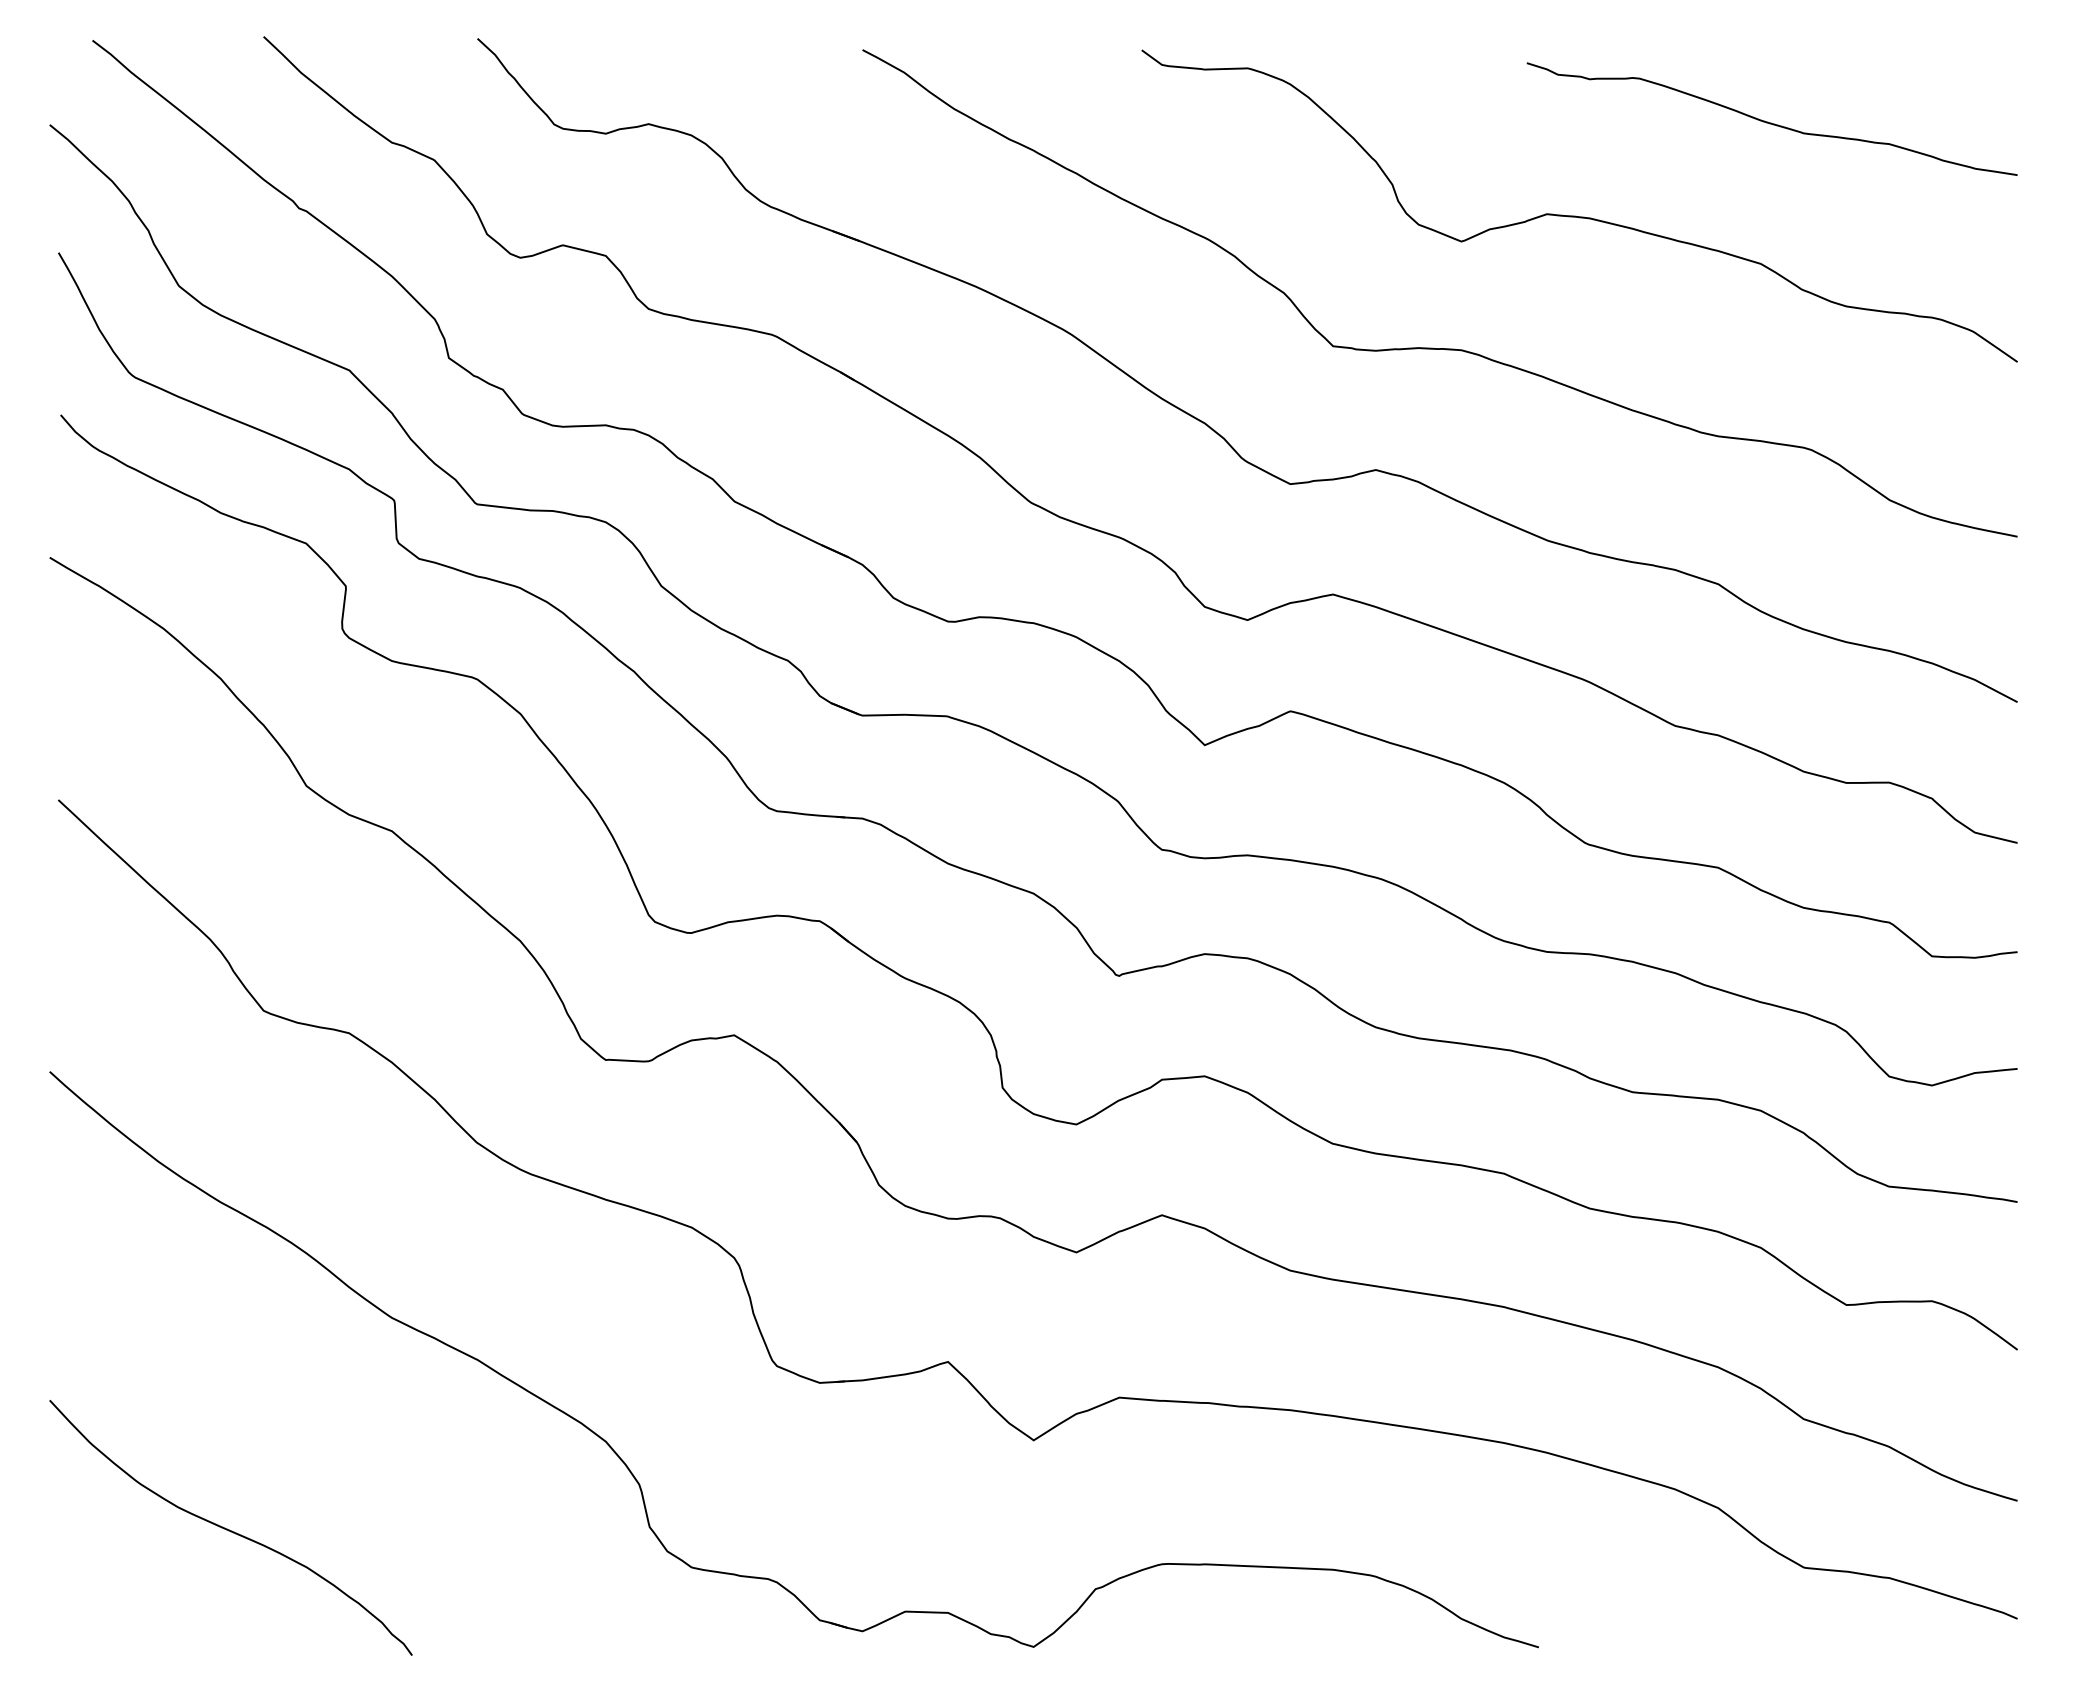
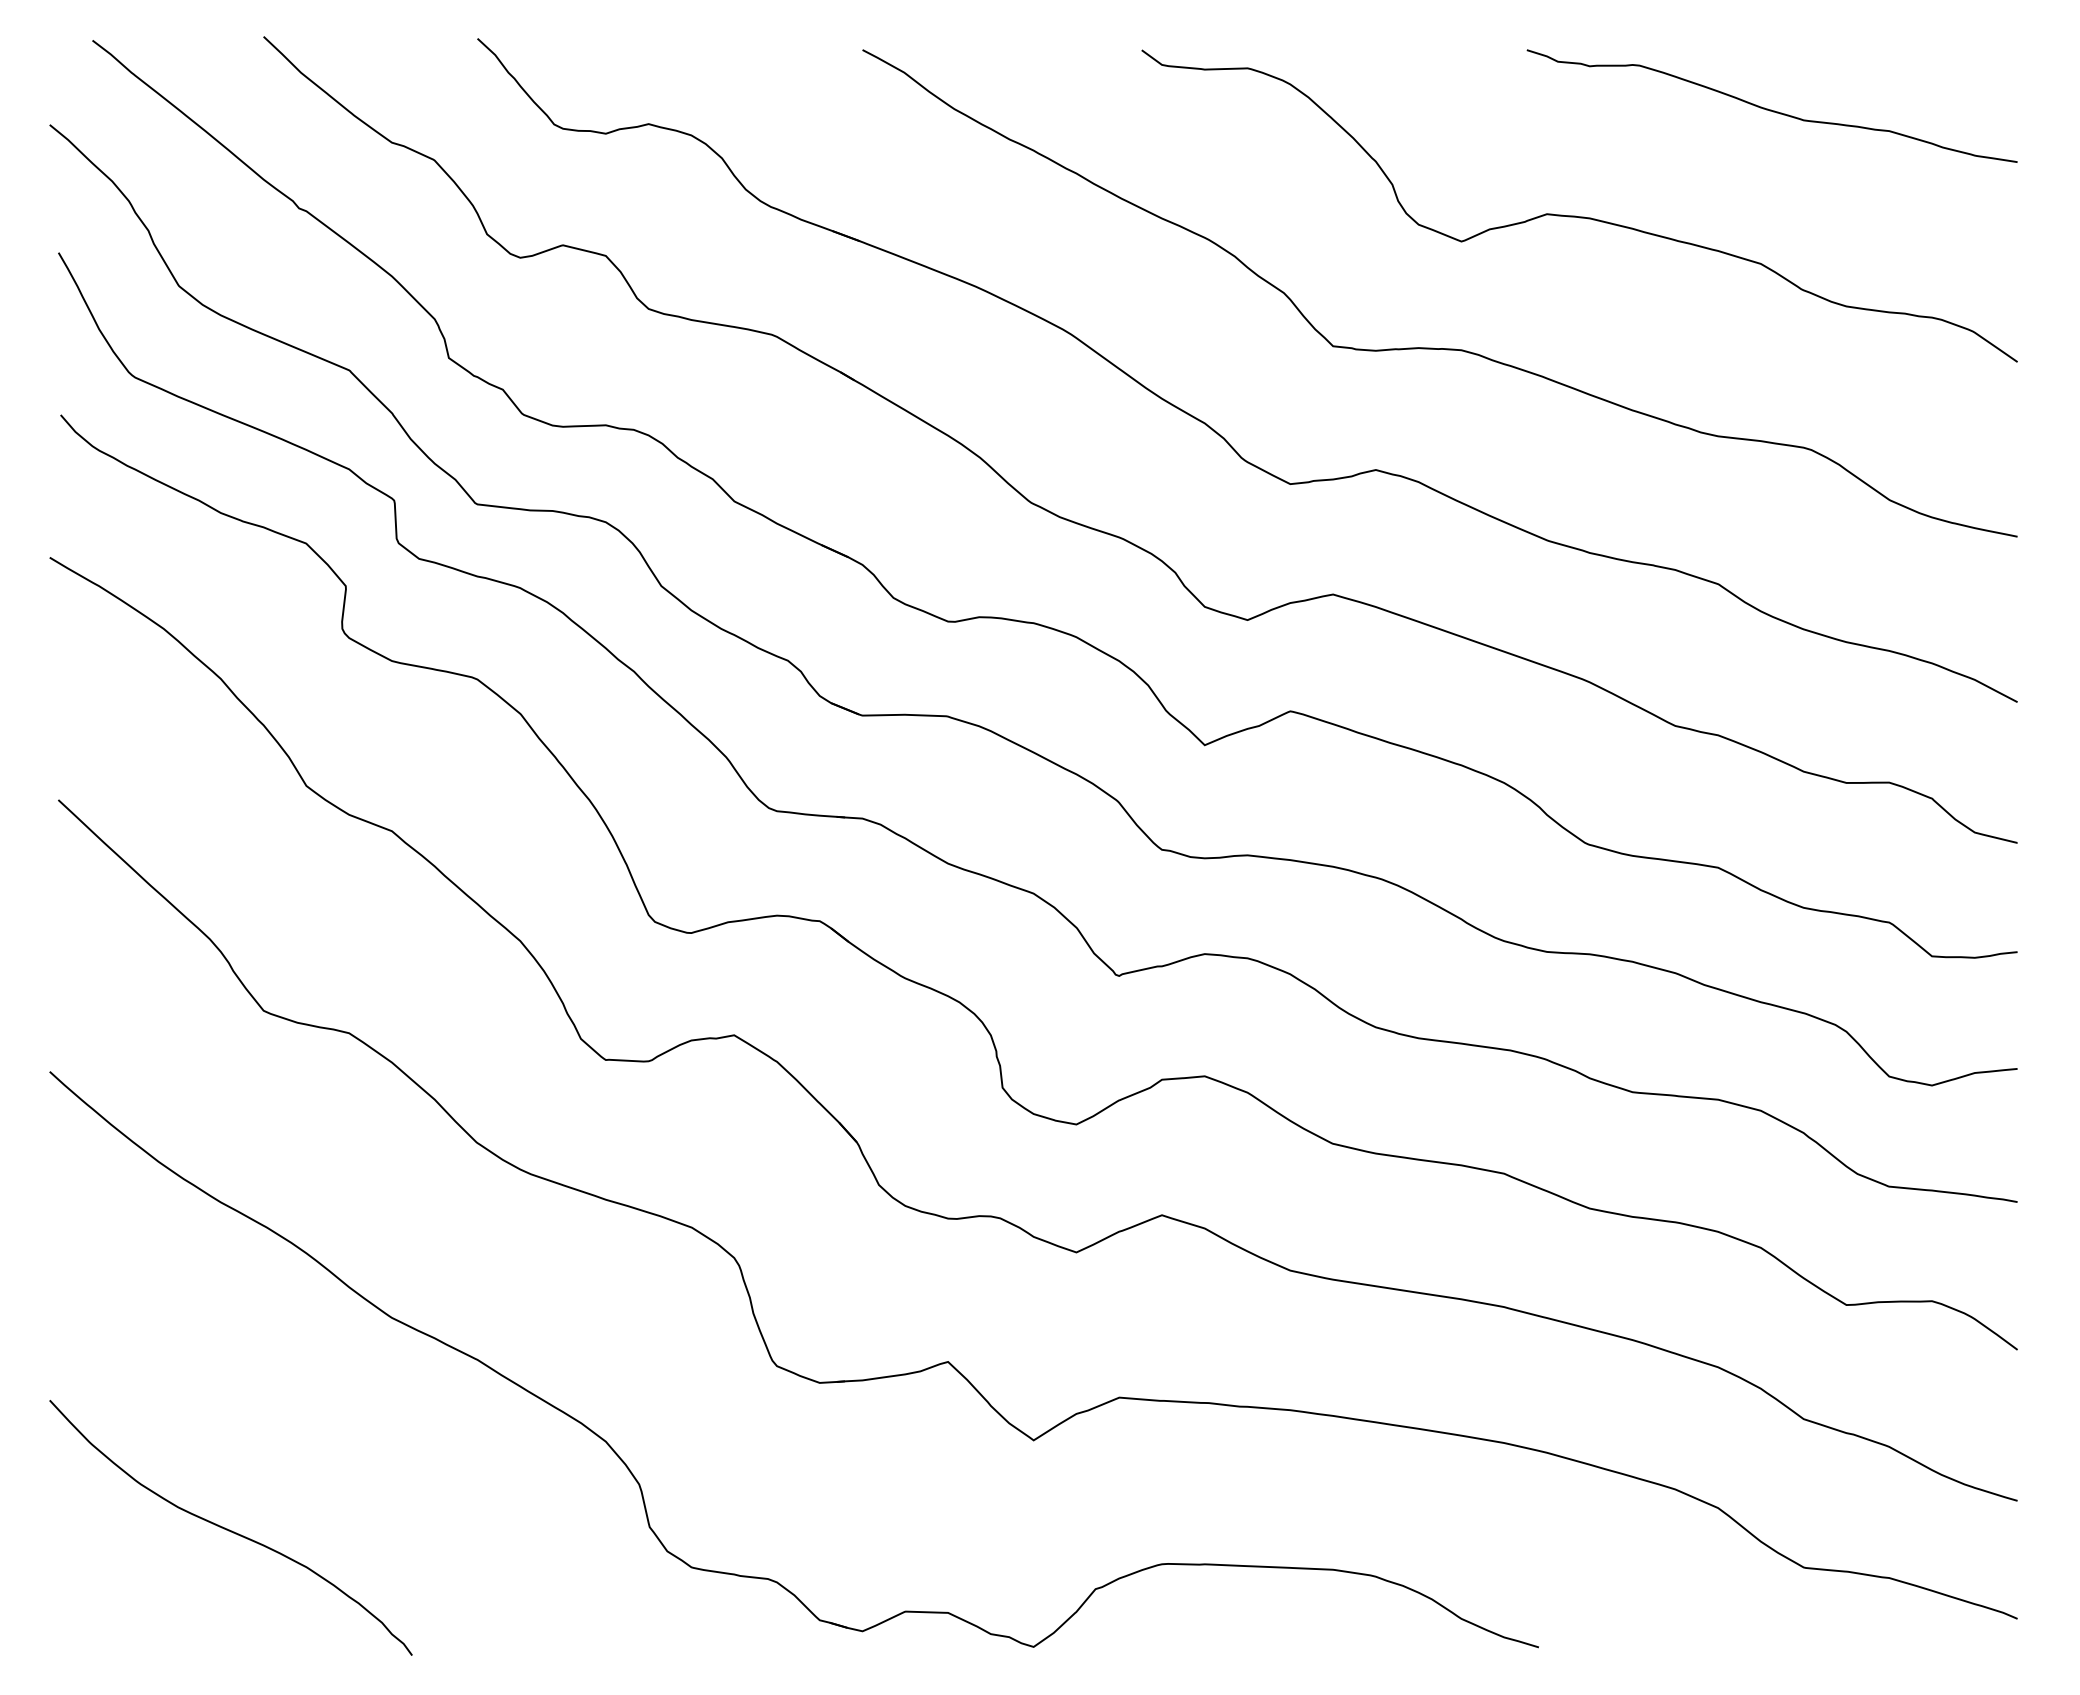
curve at (1771, 122) position: (1771, 122) -> (1771, 109)
